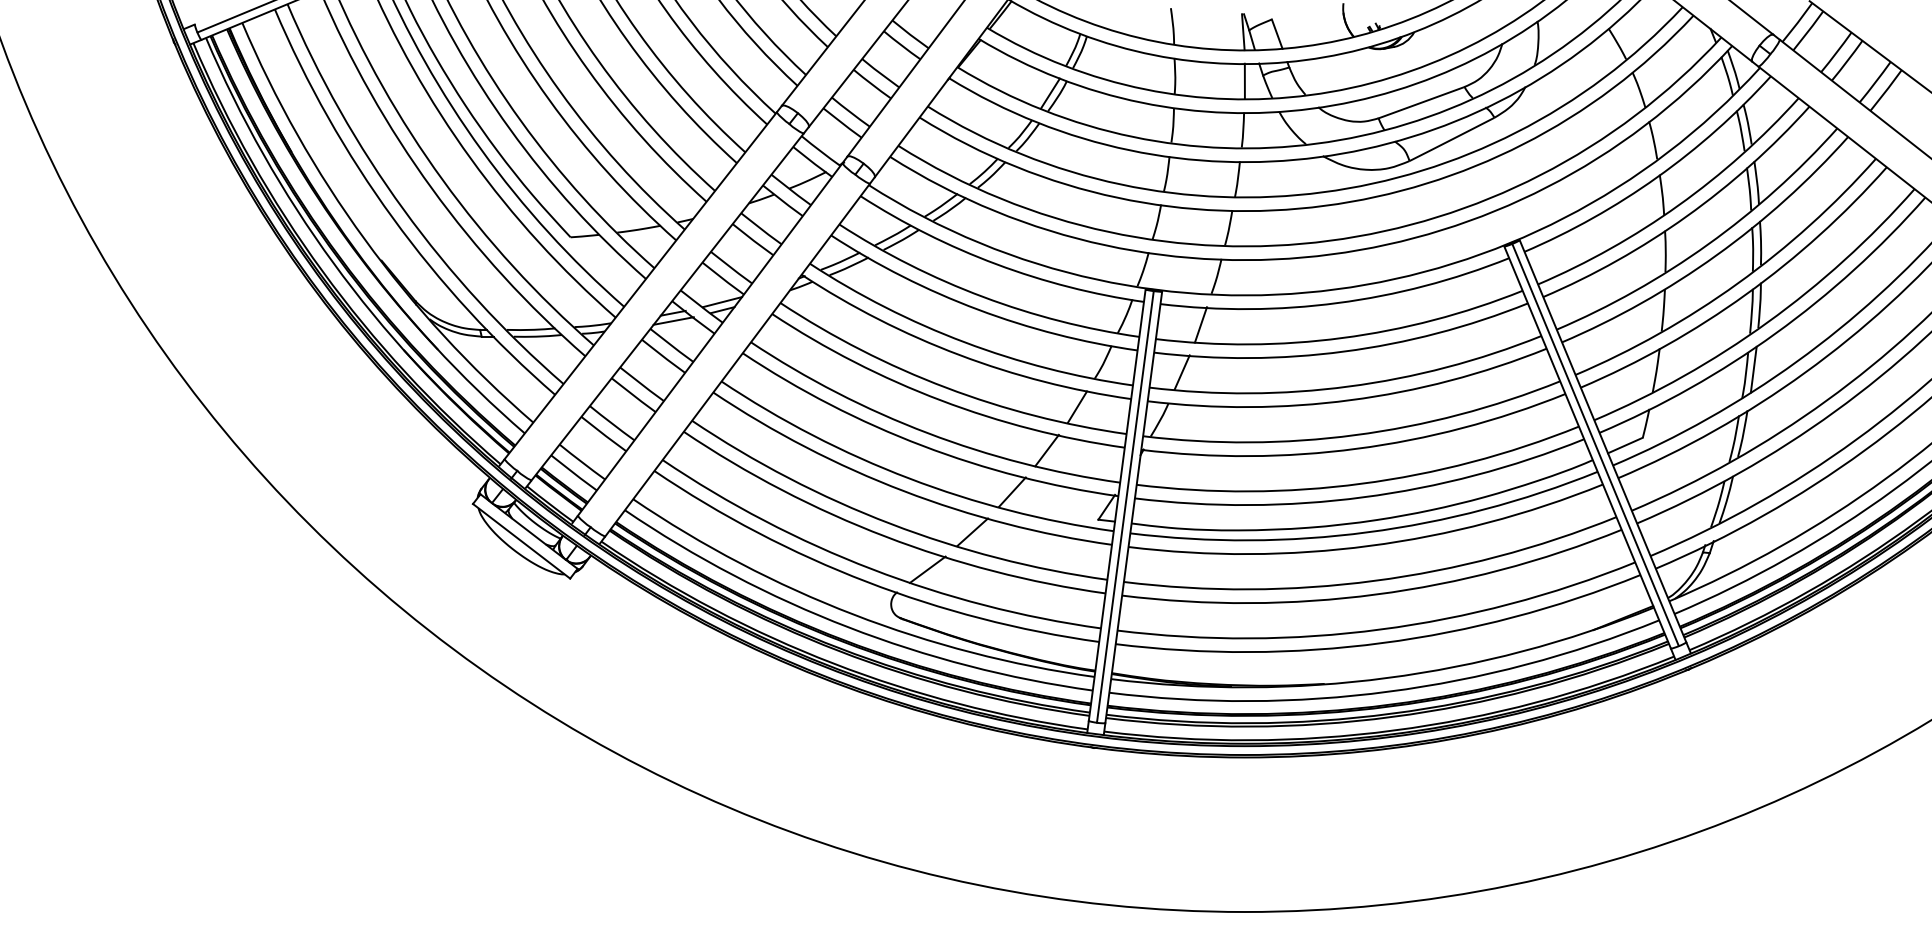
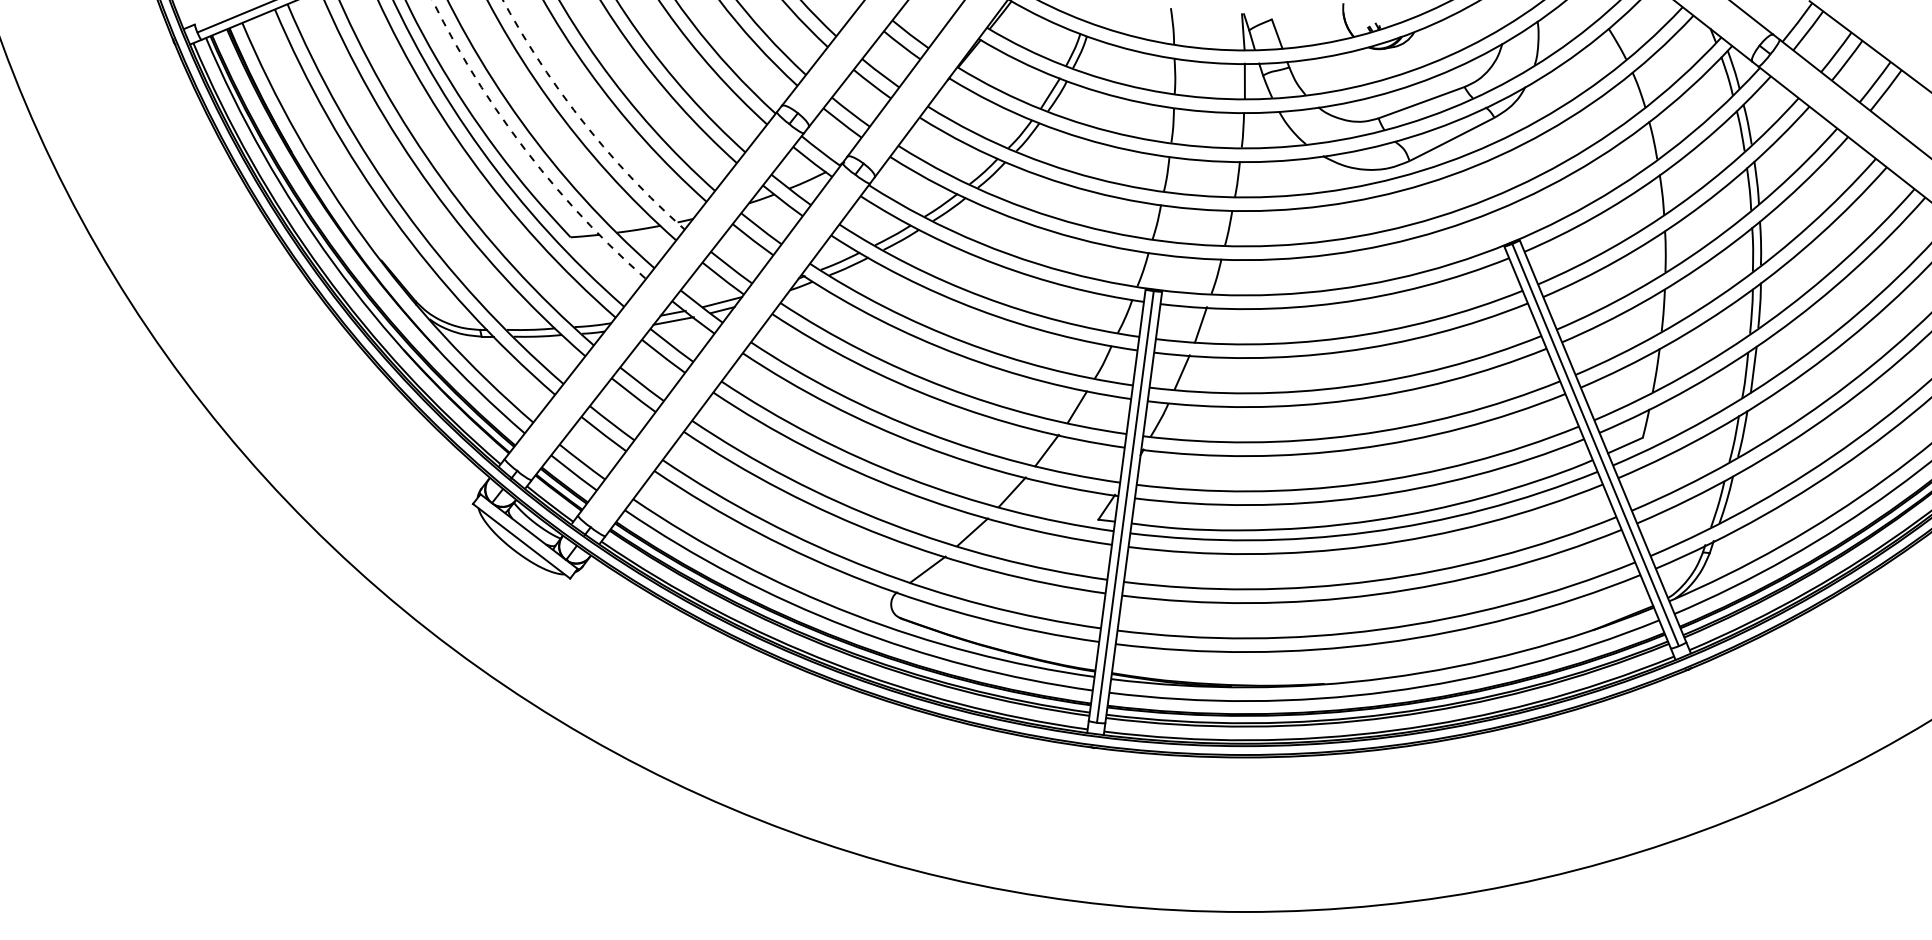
arc at (584, 123): solid -> dashed
arc at (525, 149): solid -> dashed
